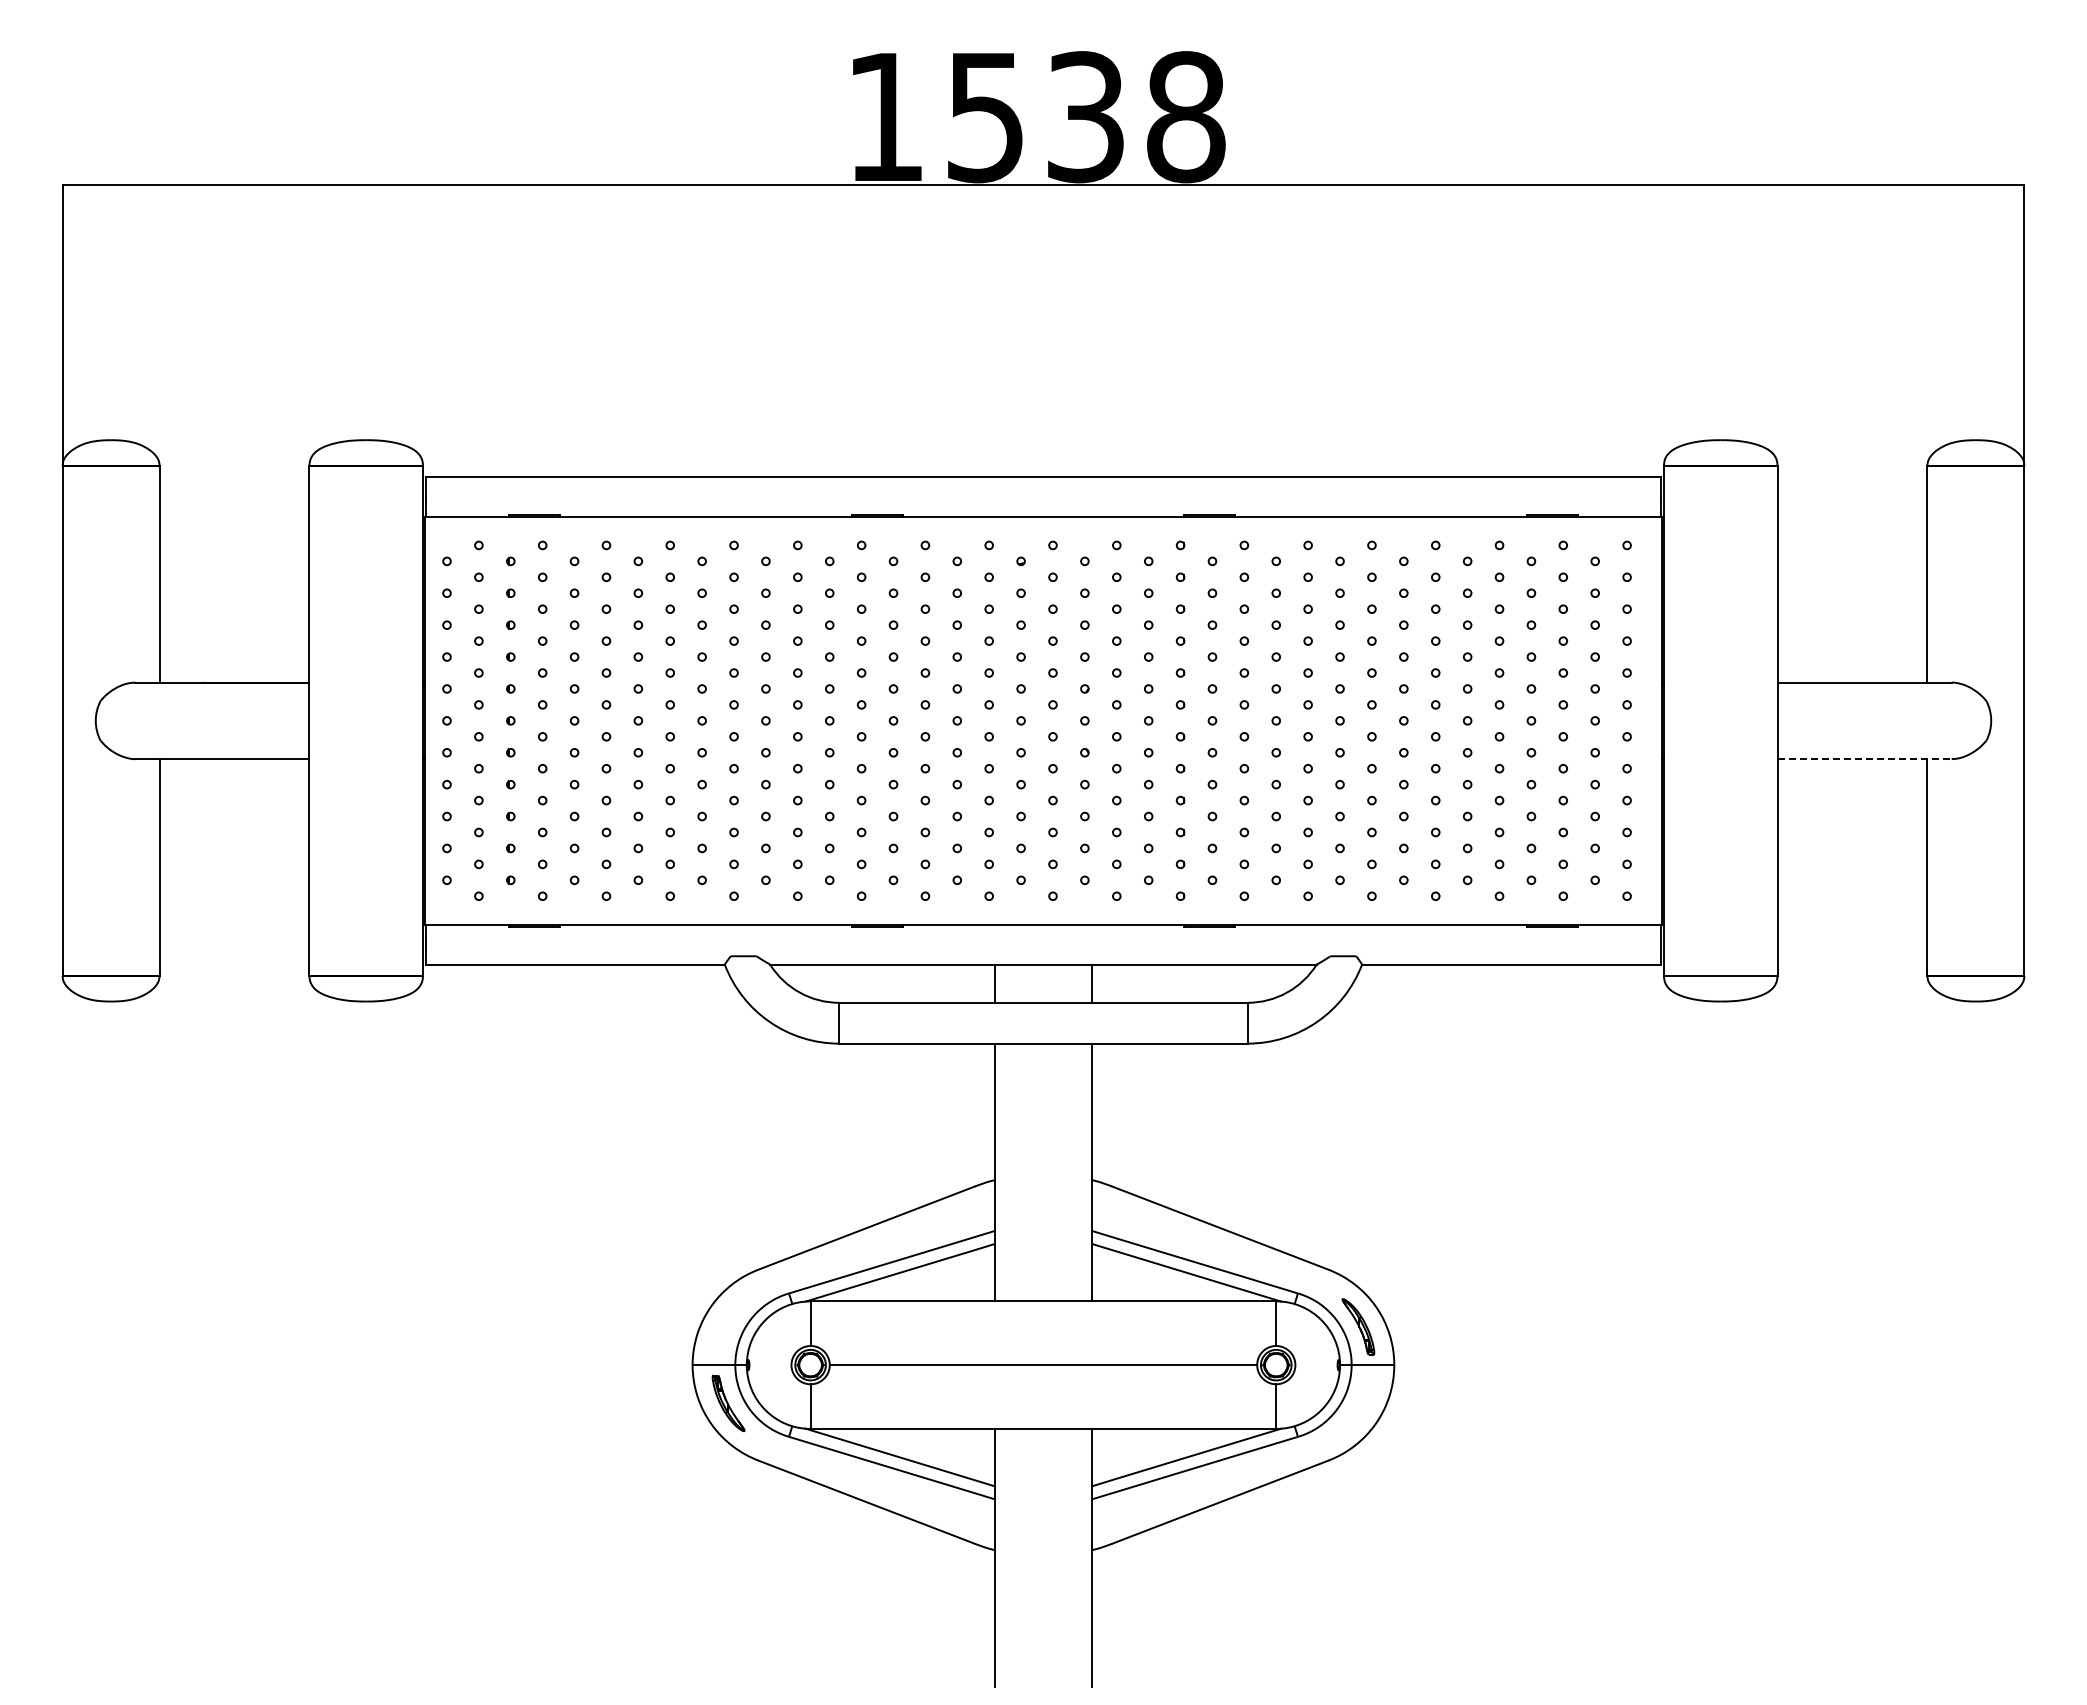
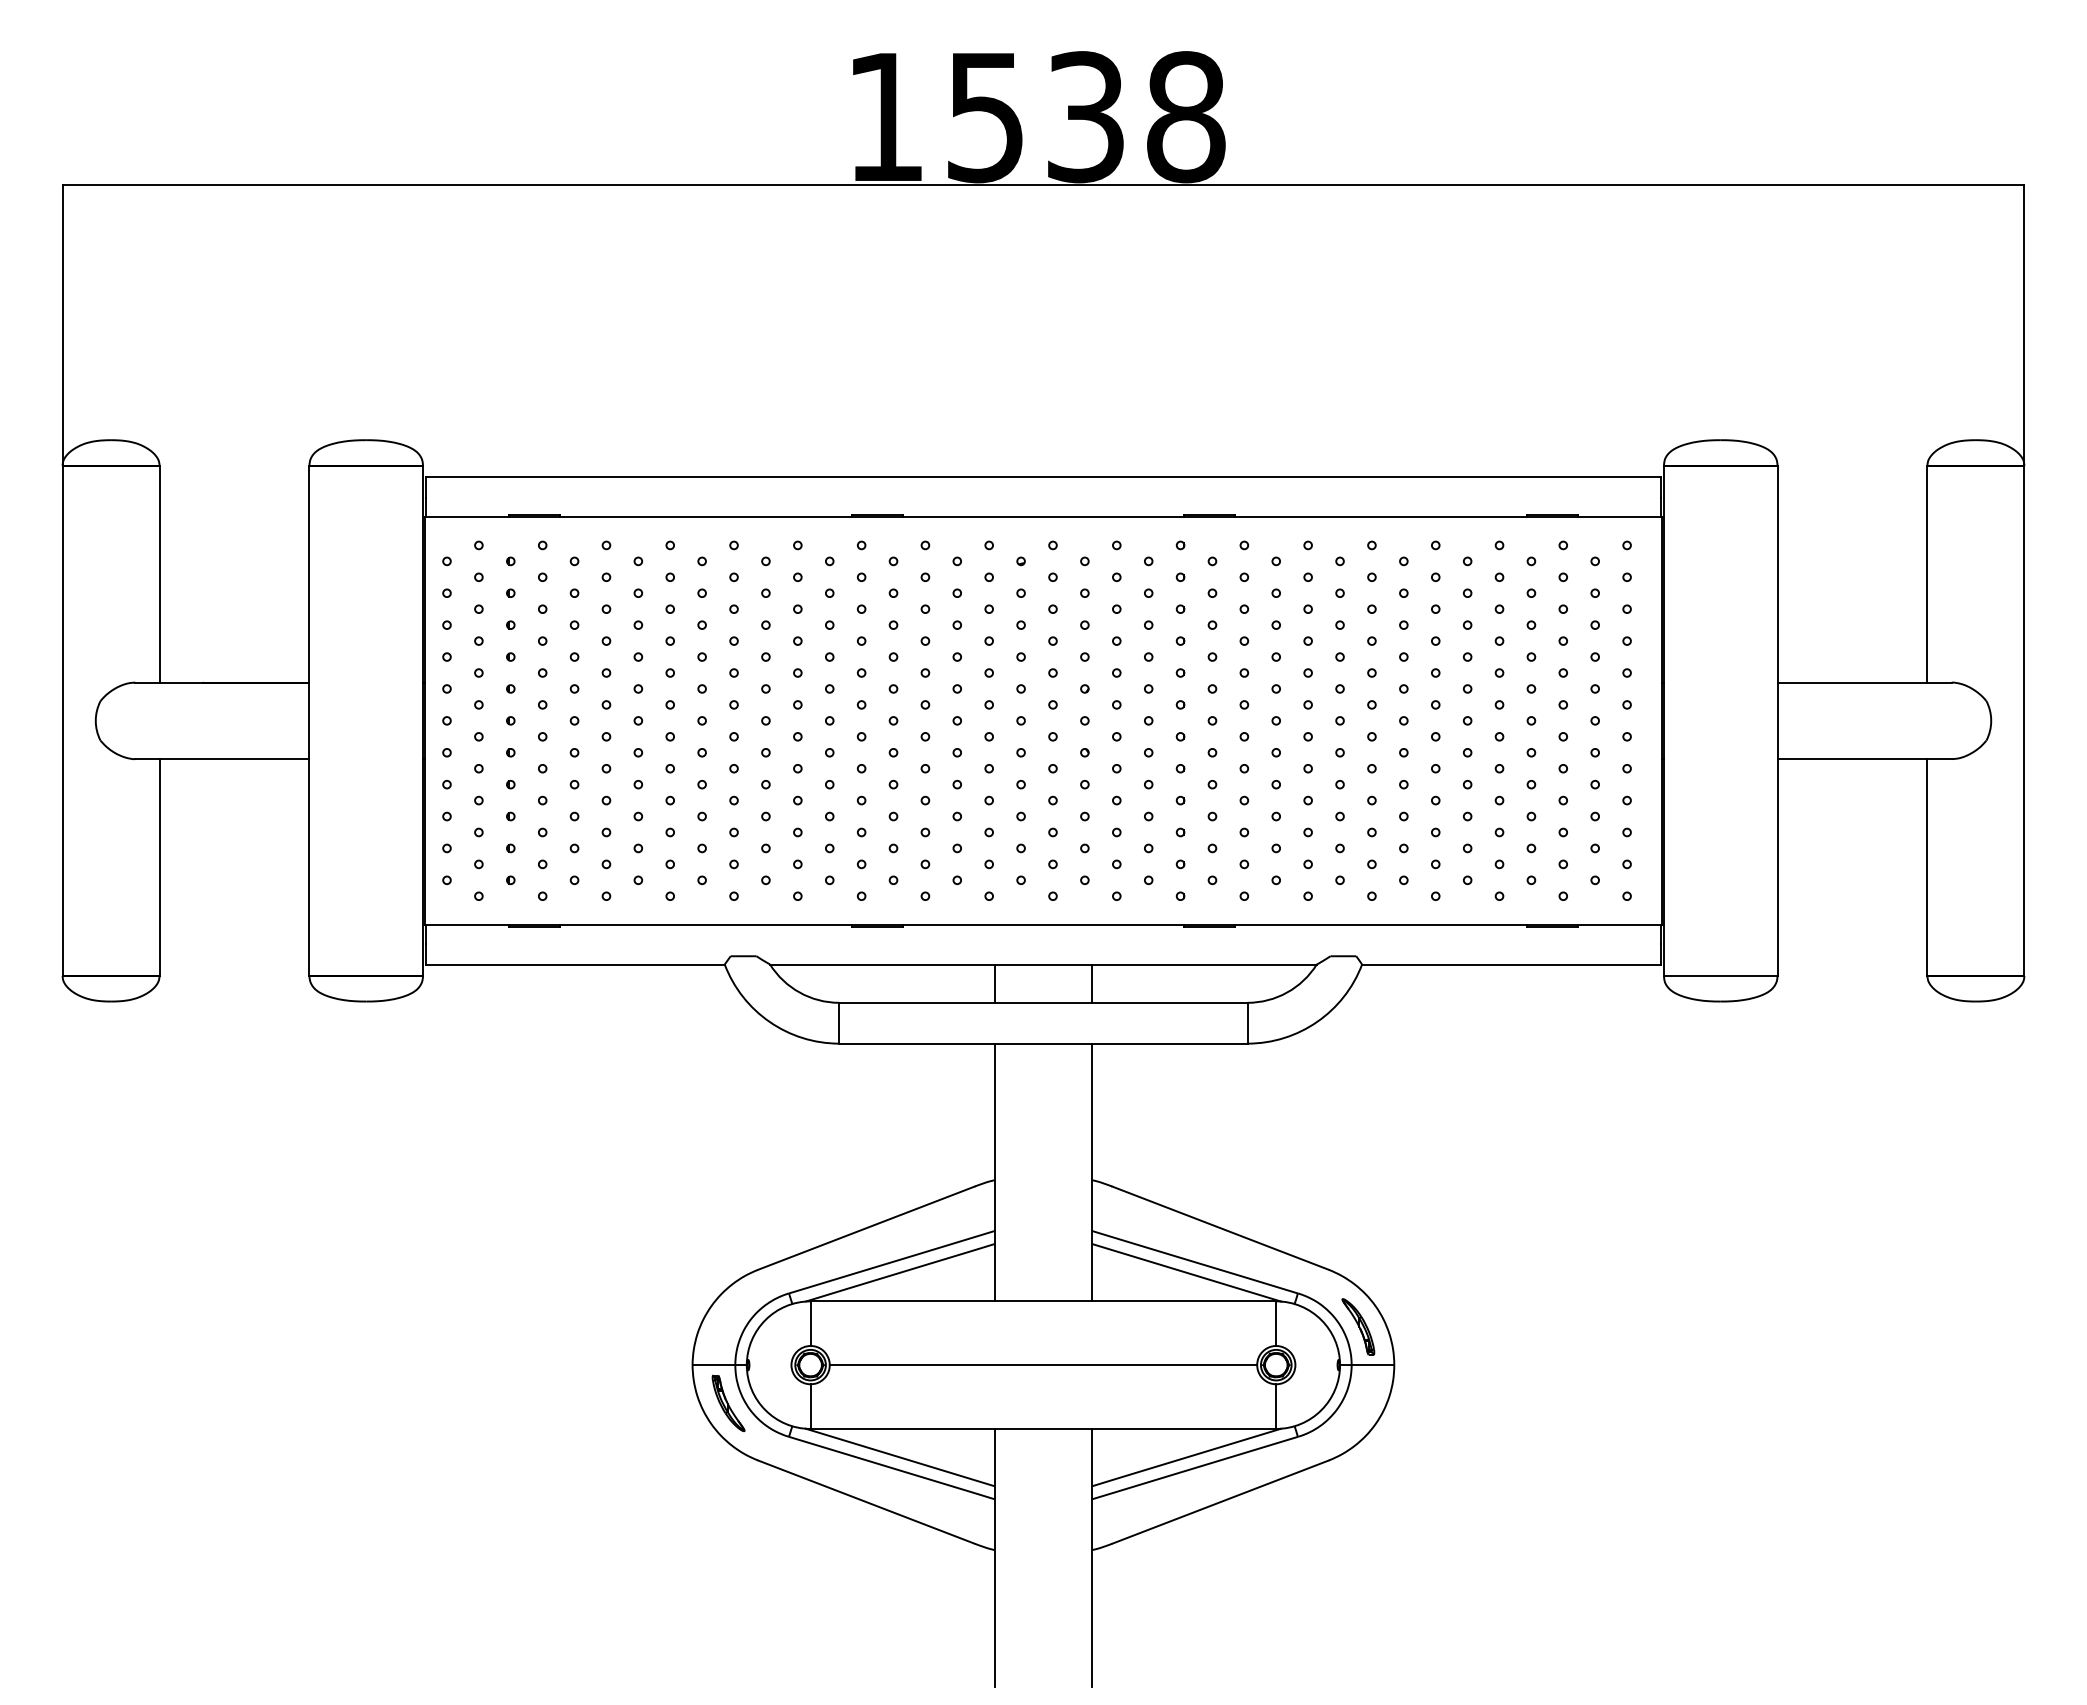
line at (1865, 759): dashed -> solid
